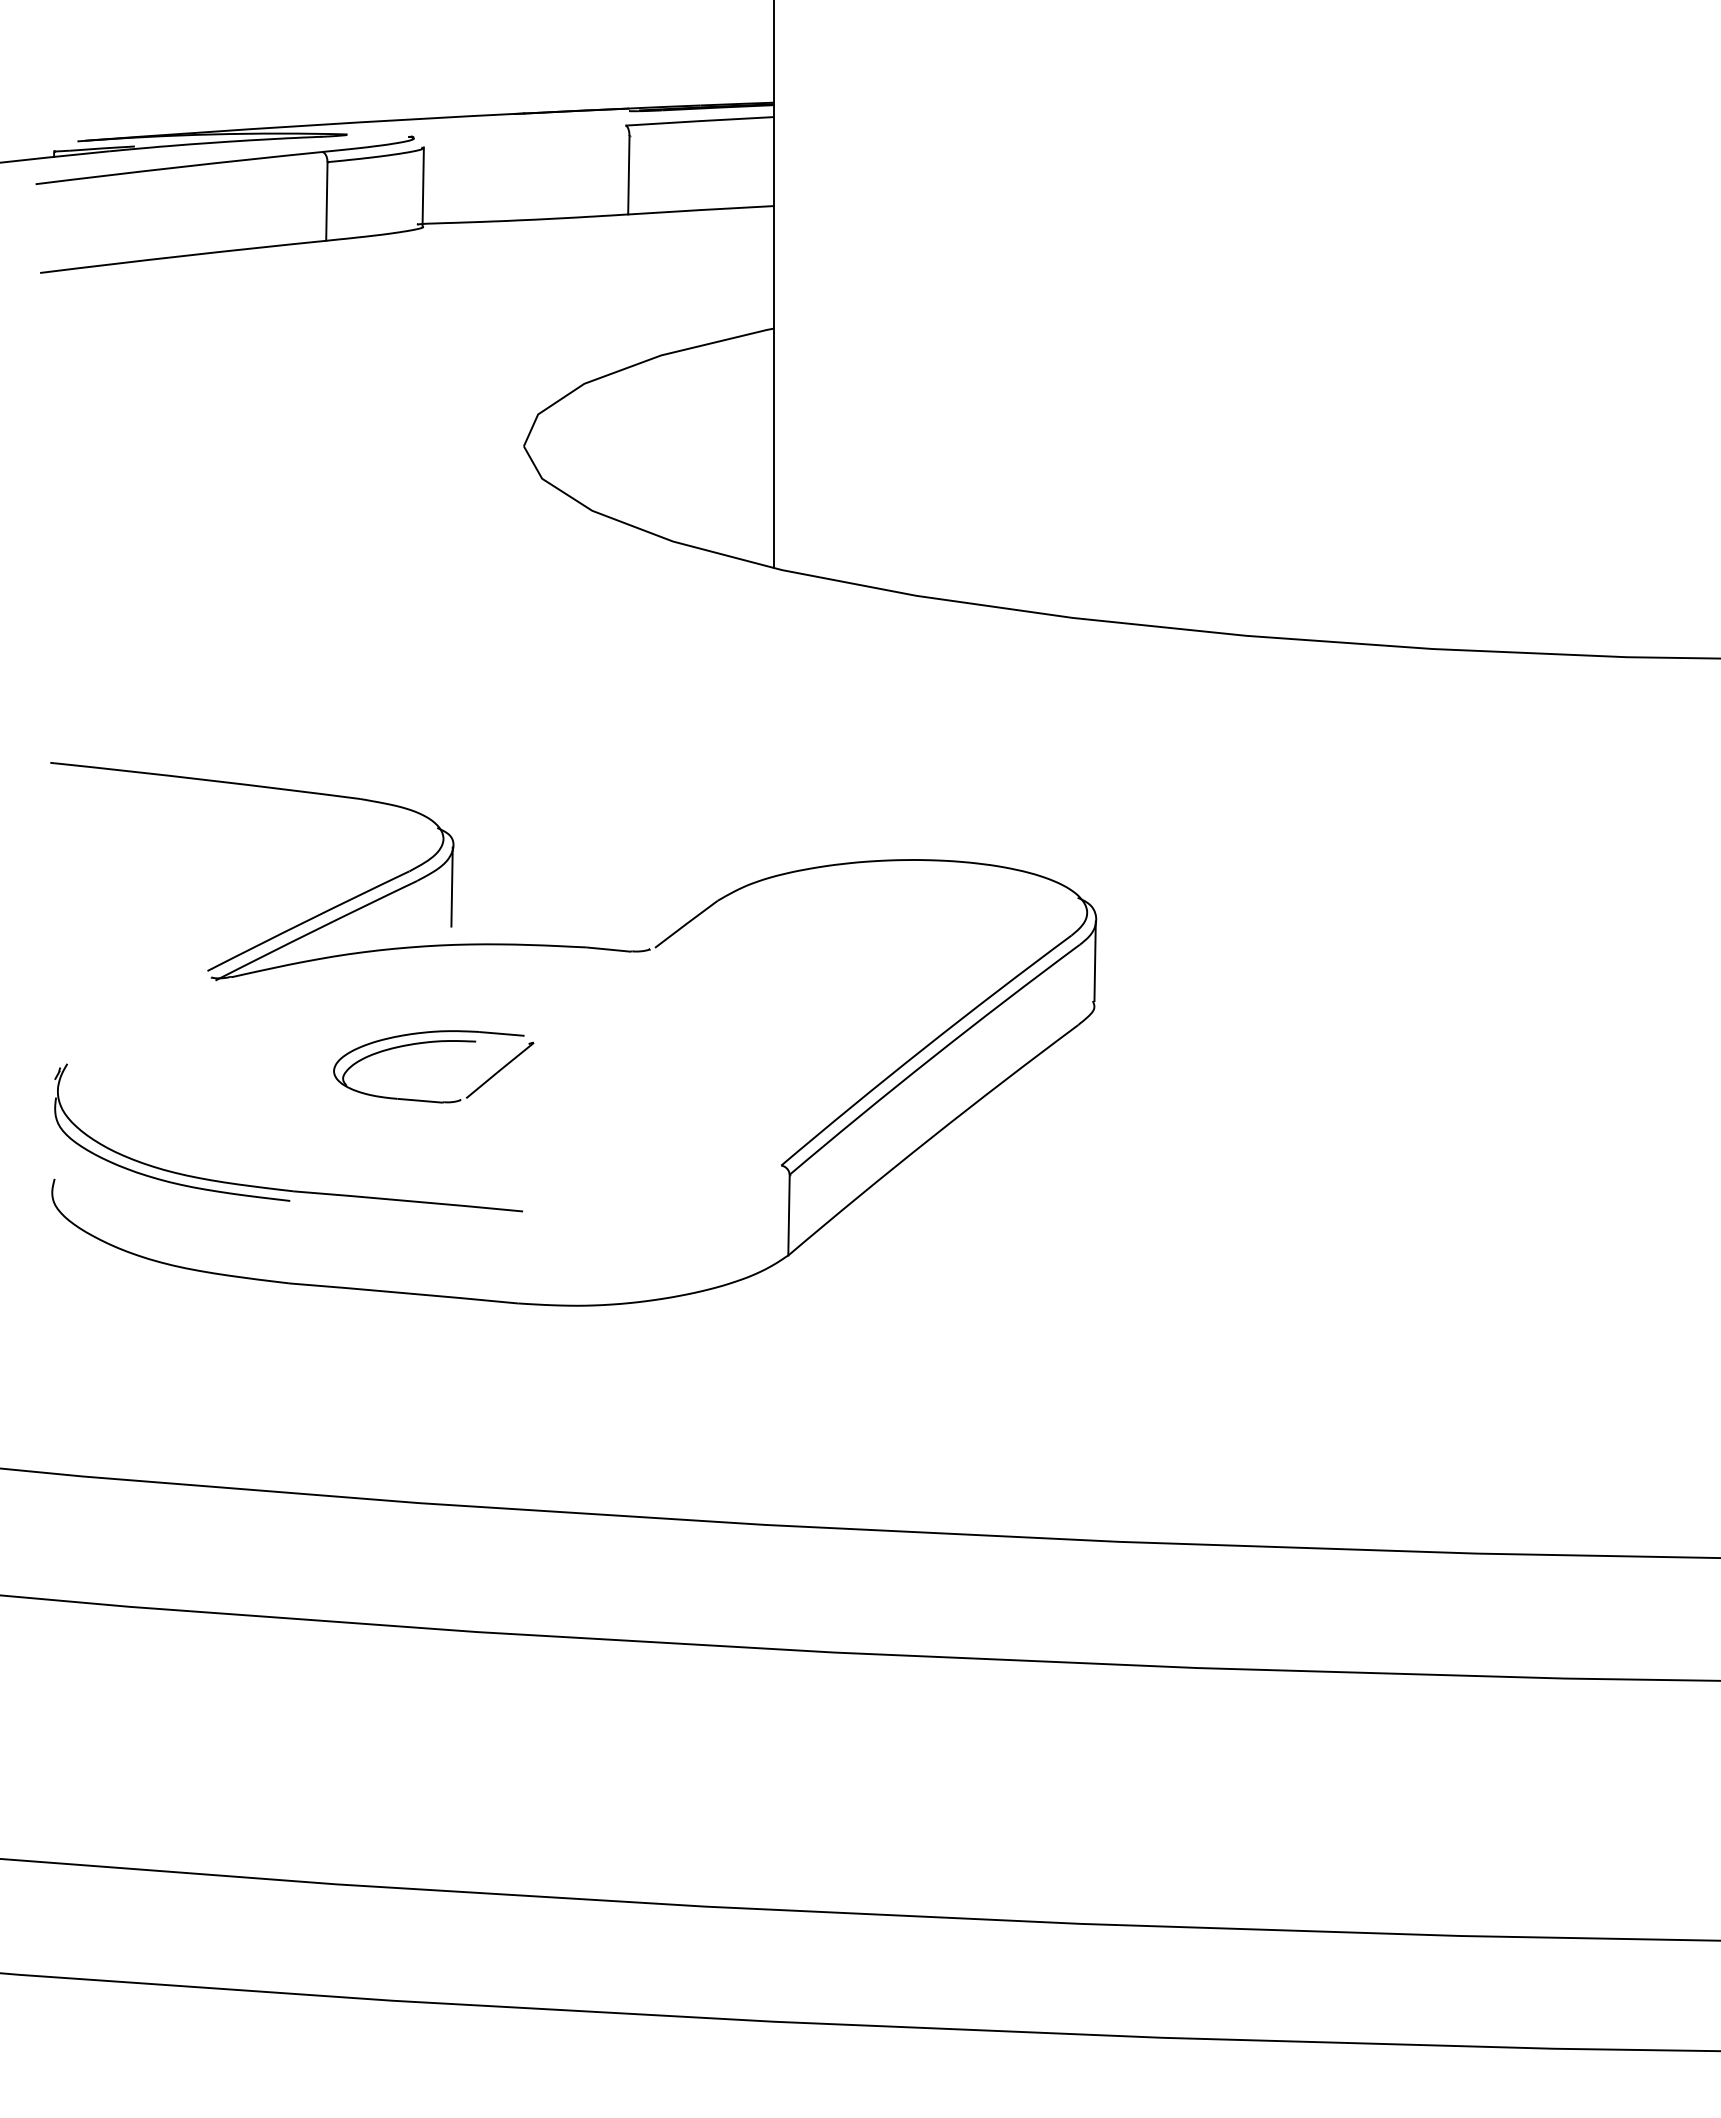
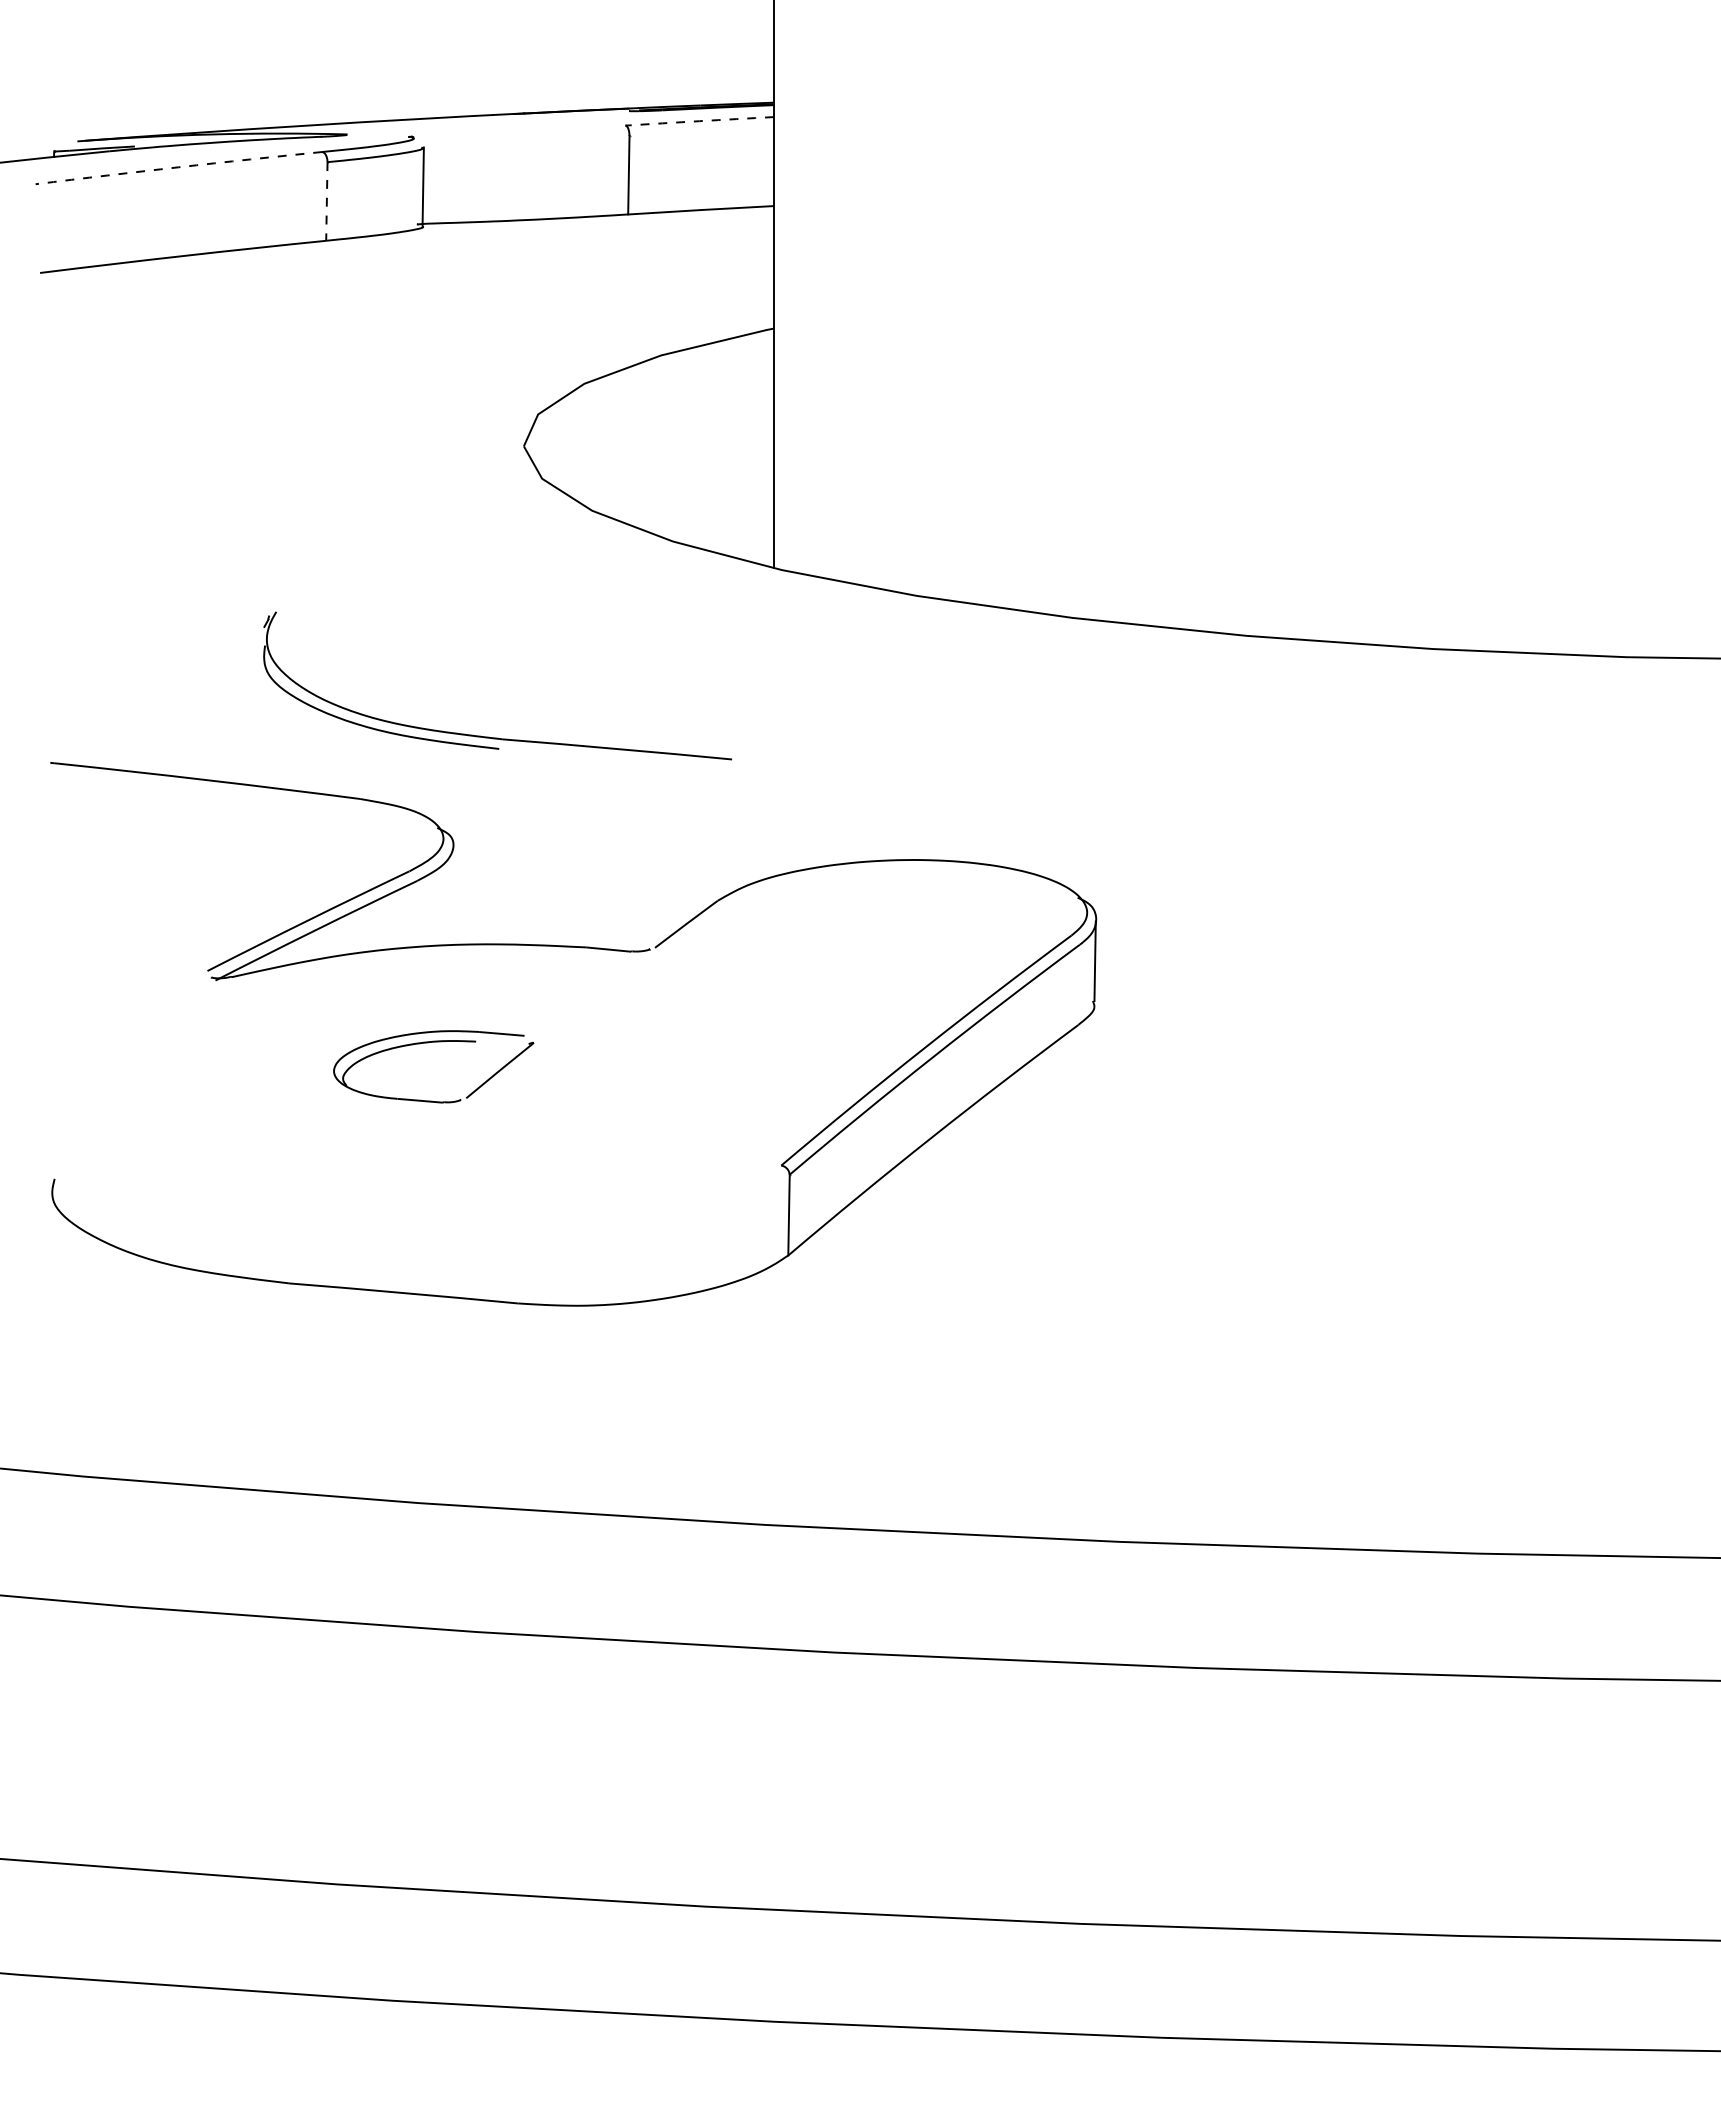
arc at (699, 121): solid -> dashed
arc at (178, 167): solid -> dashed
line at (326, 201): solid -> dashed
line at (451, 886): present -> none
part at (280, 1188) position: (280, 1188) -> (489, 736)
